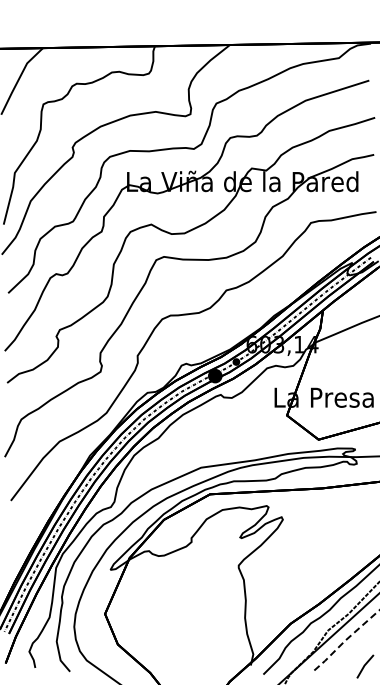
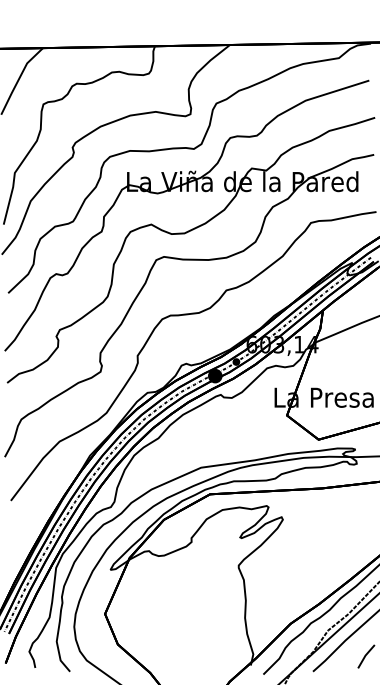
line at (345, 640): dashed -> solid
line at (365, 666) position: (365, 666) -> (366, 656)
